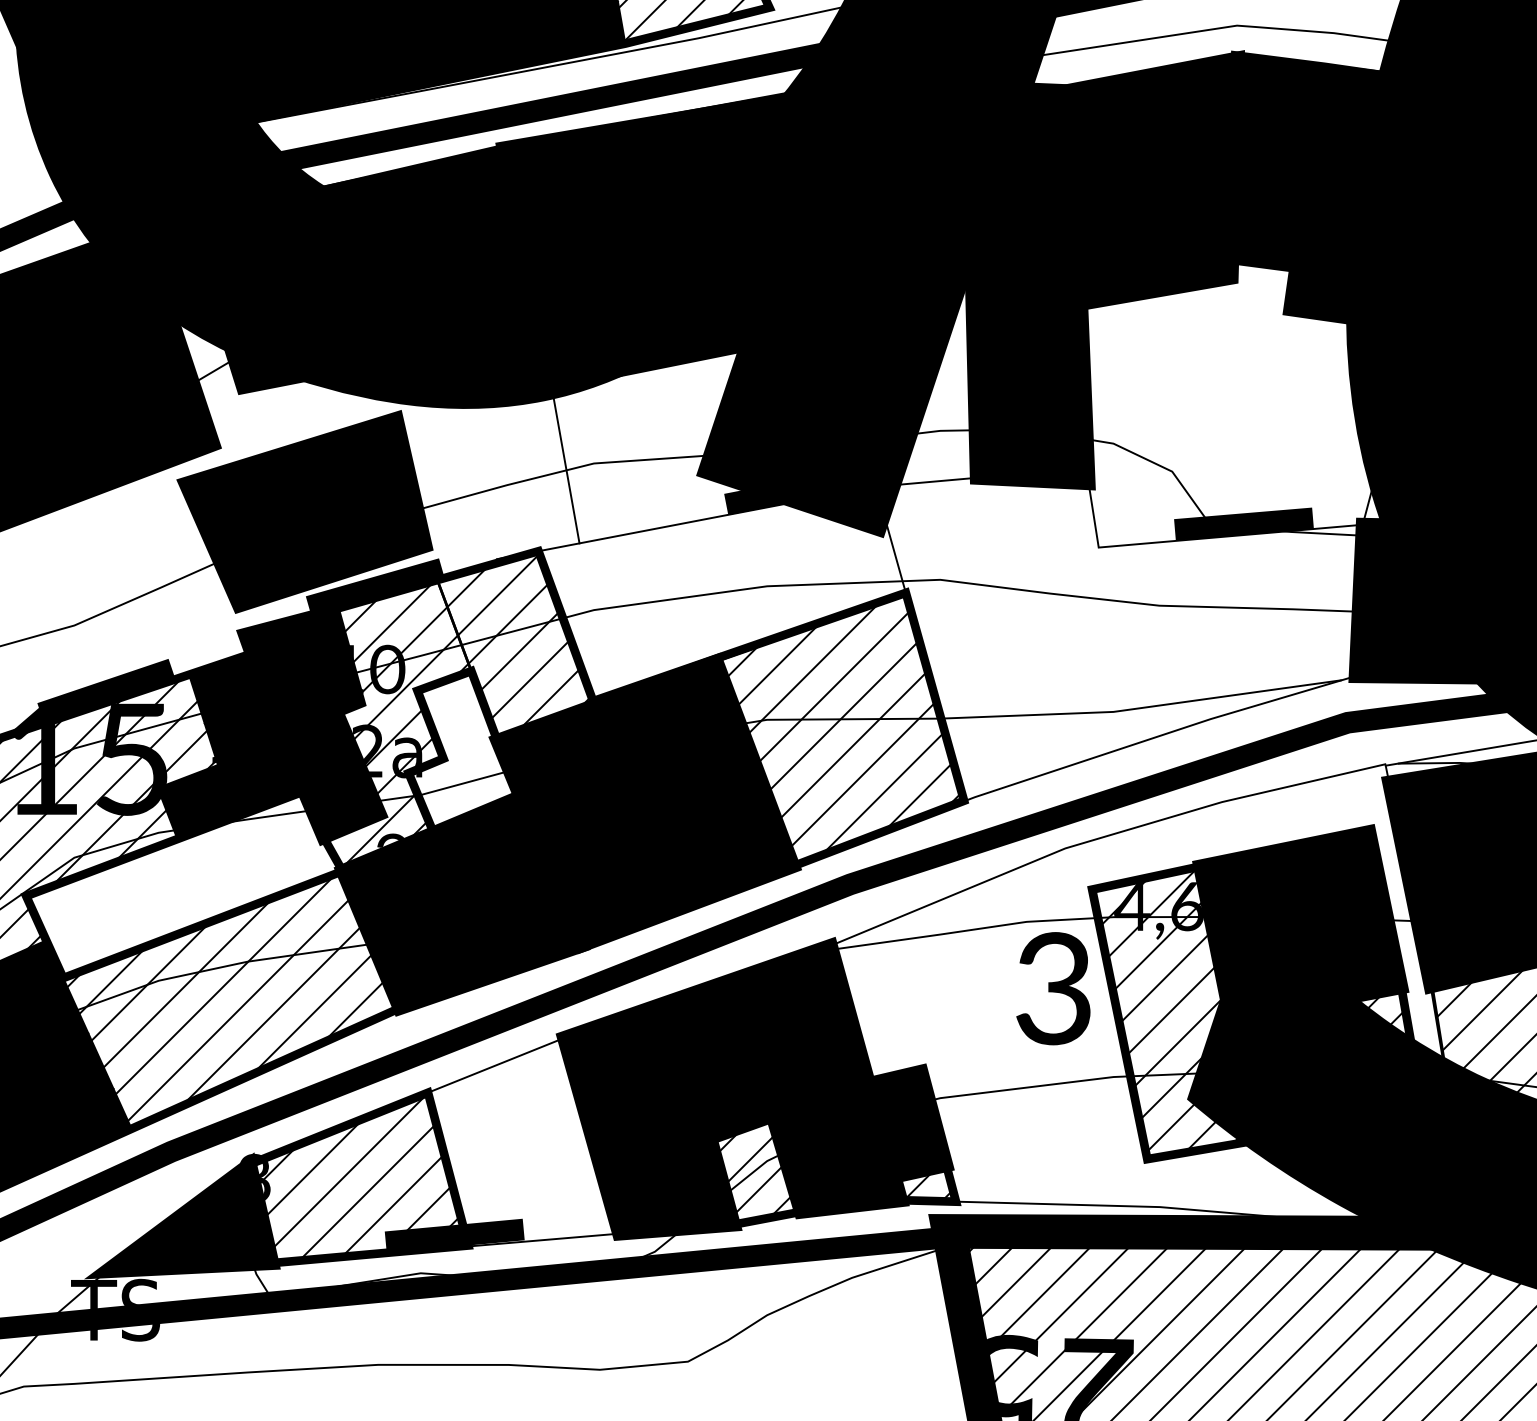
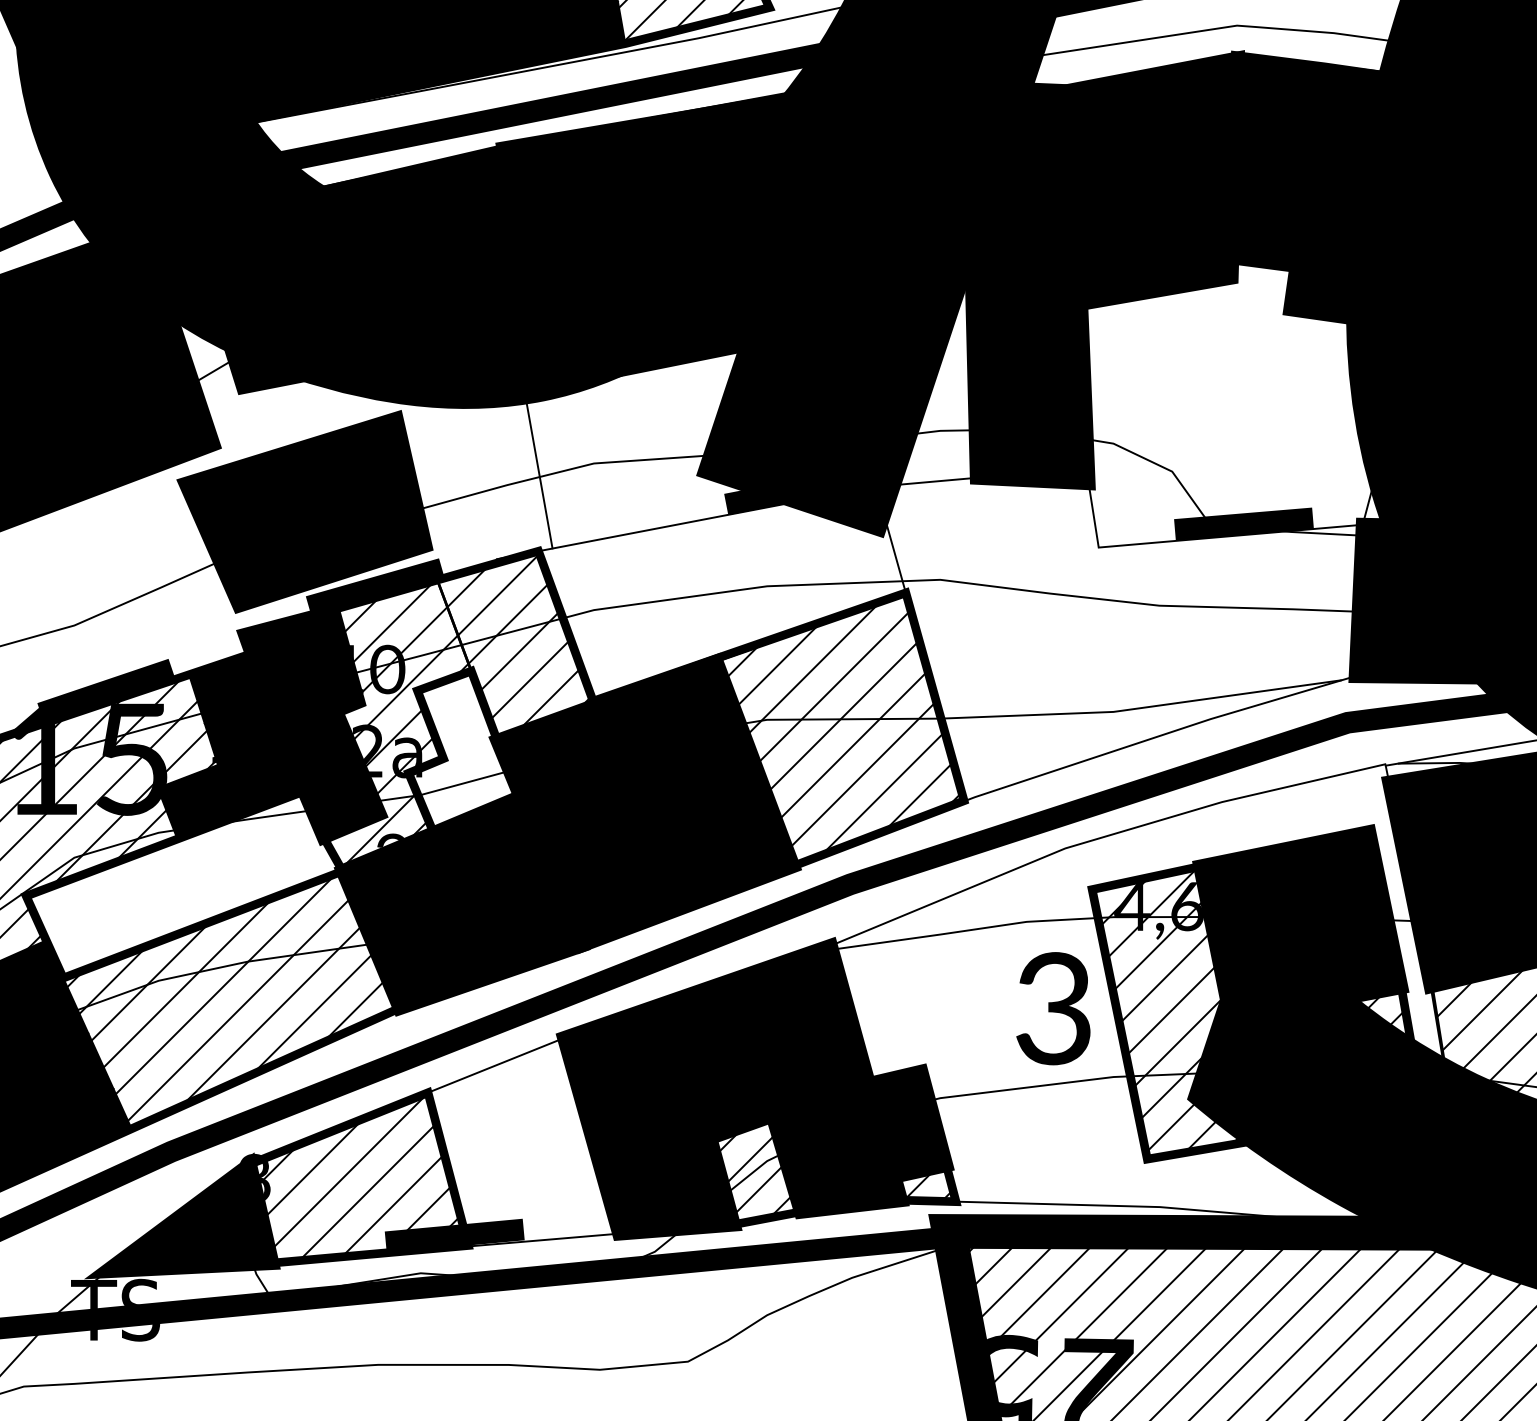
line at (565, 463) position: (565, 463) -> (538, 468)
text at (1053, 988) position: (1053, 988) -> (1053, 1008)
